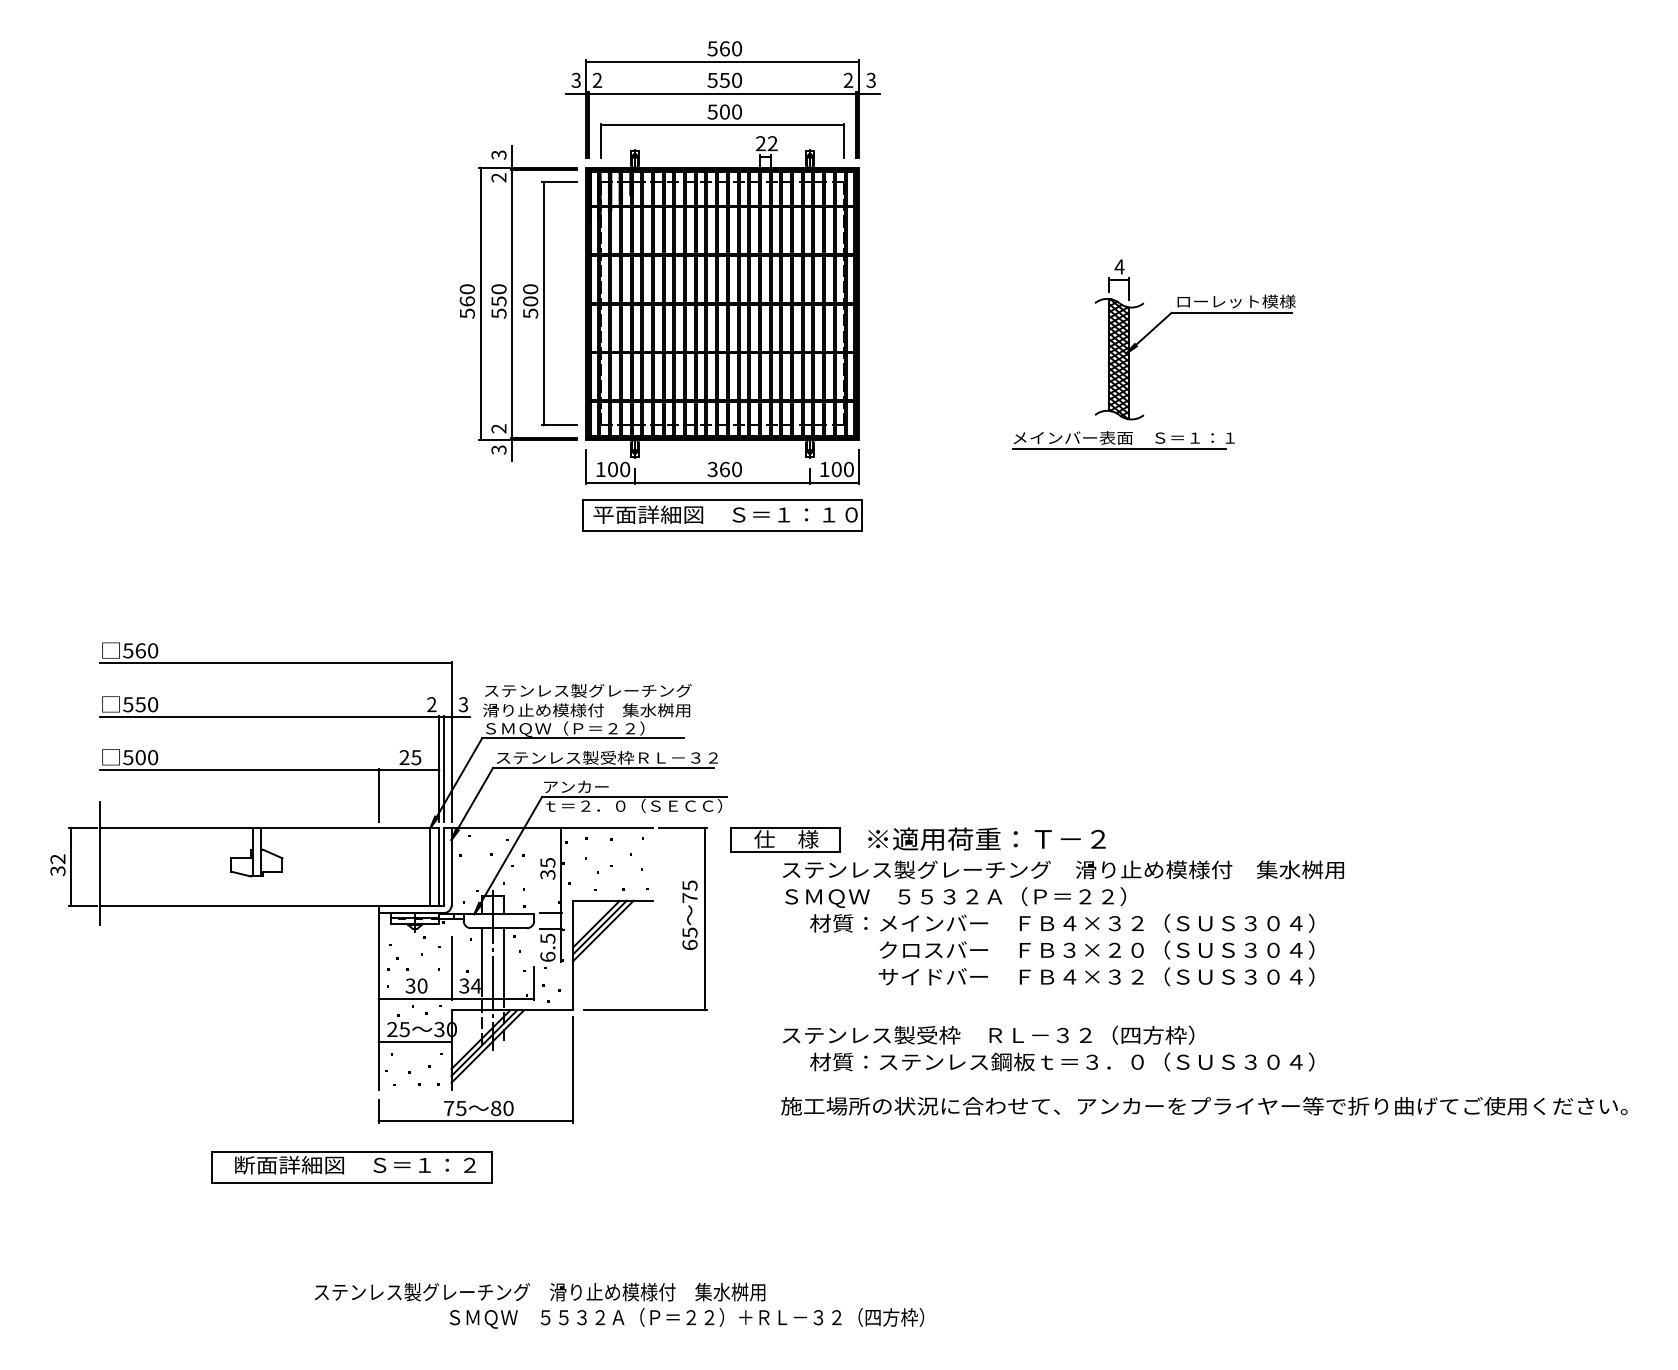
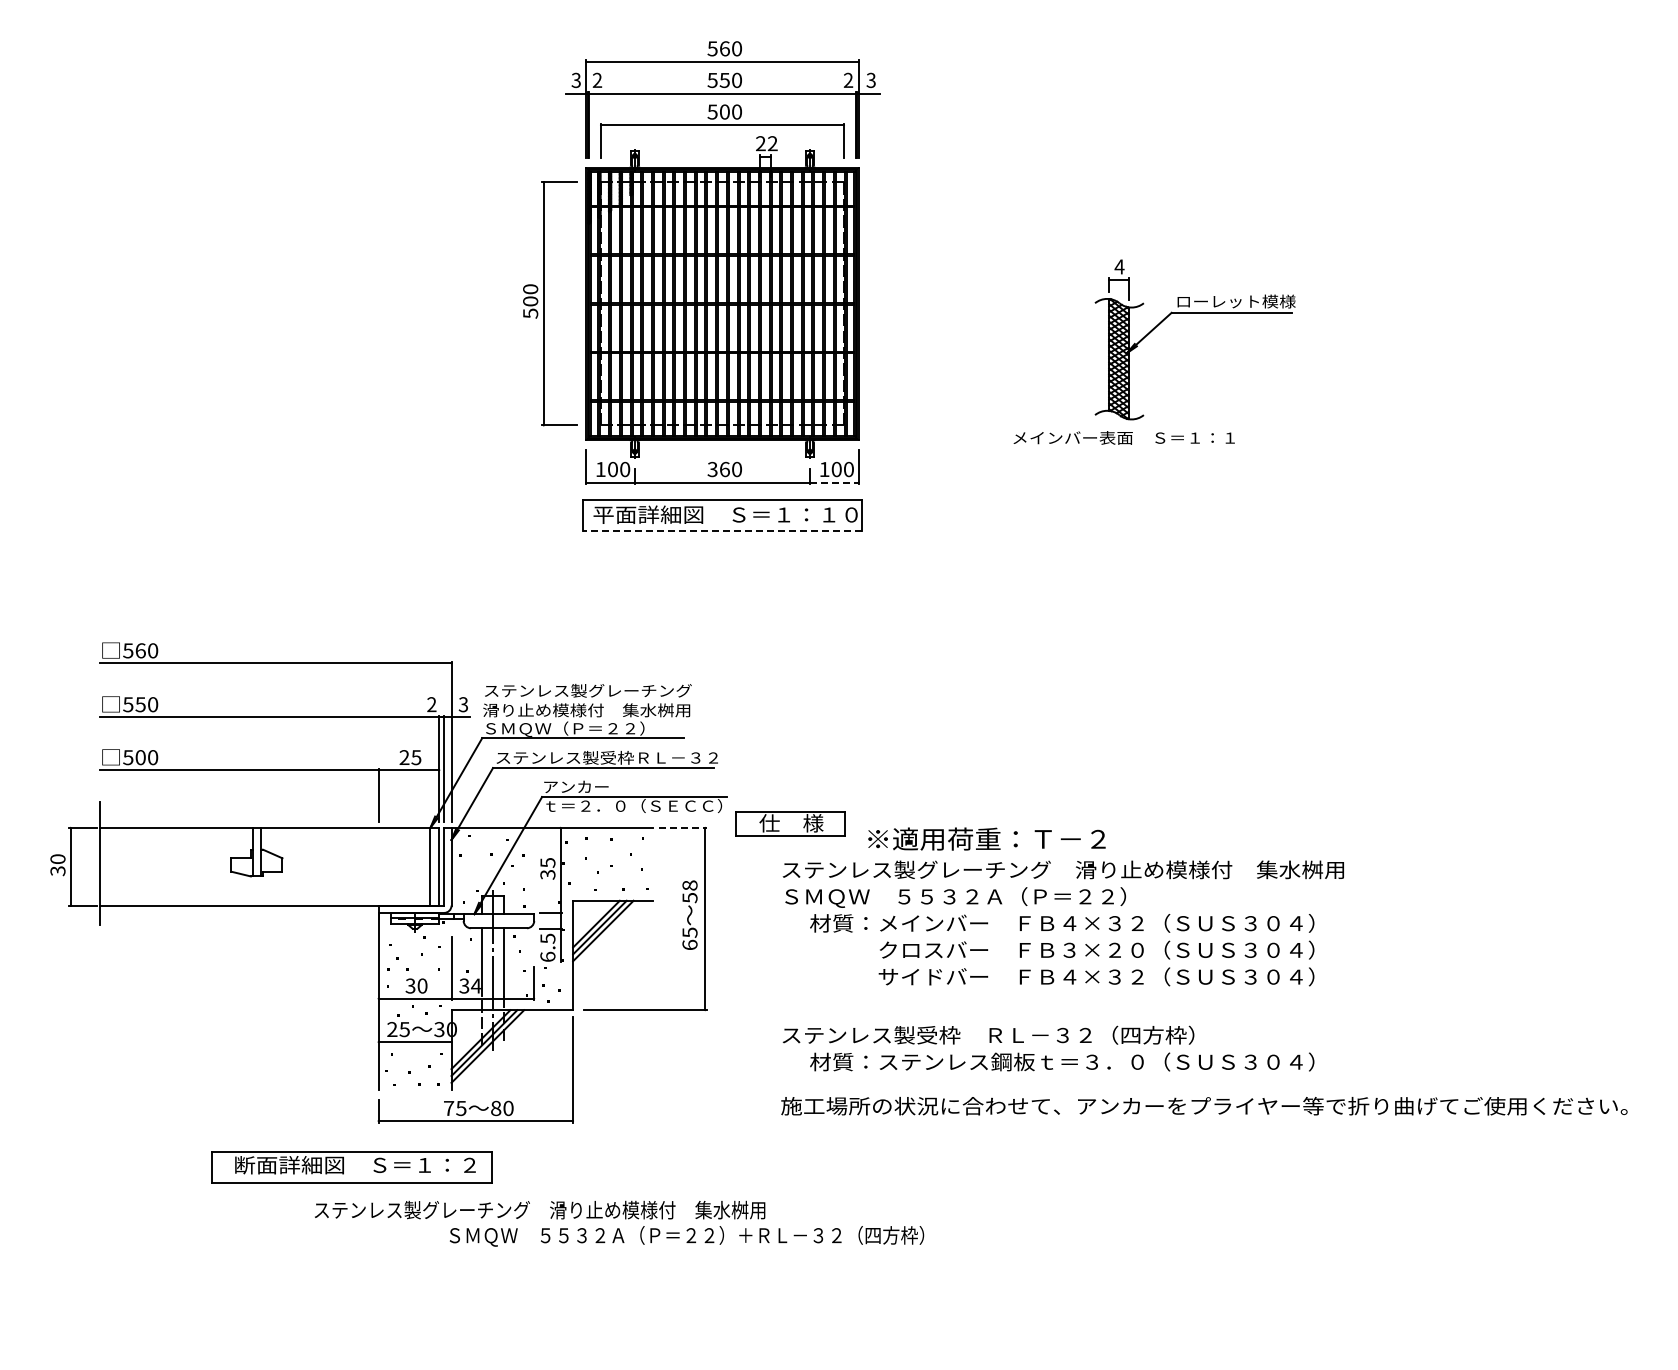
part at (518, 303): present -> none
line at (1119, 449): present -> none
line at (834, 482): solid -> dashed
line at (722, 531): solid -> dashed
line at (682, 827): solid -> dashed
part at (785, 839) position: (785, 839) -> (790, 823)
text at (57, 859): 32 -> 30
text at (689, 891): 75 -> 58
text at (619, 1305) position: (619, 1305) -> (619, 1223)
